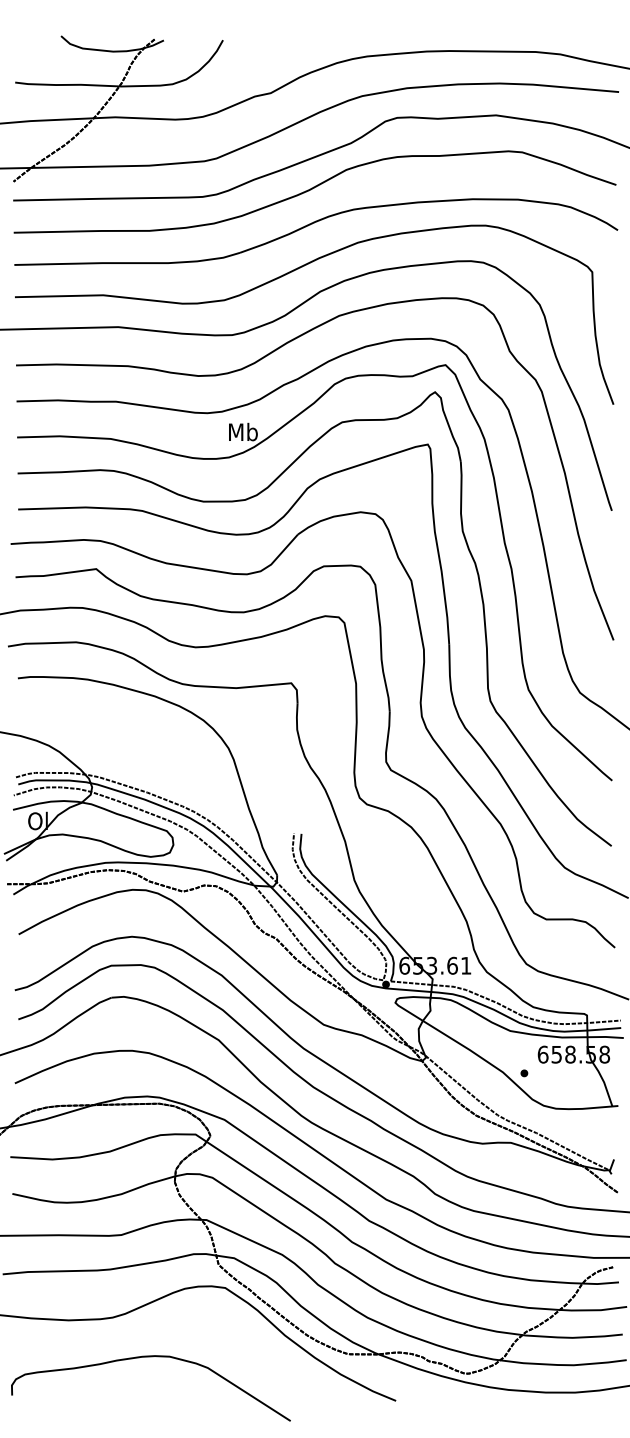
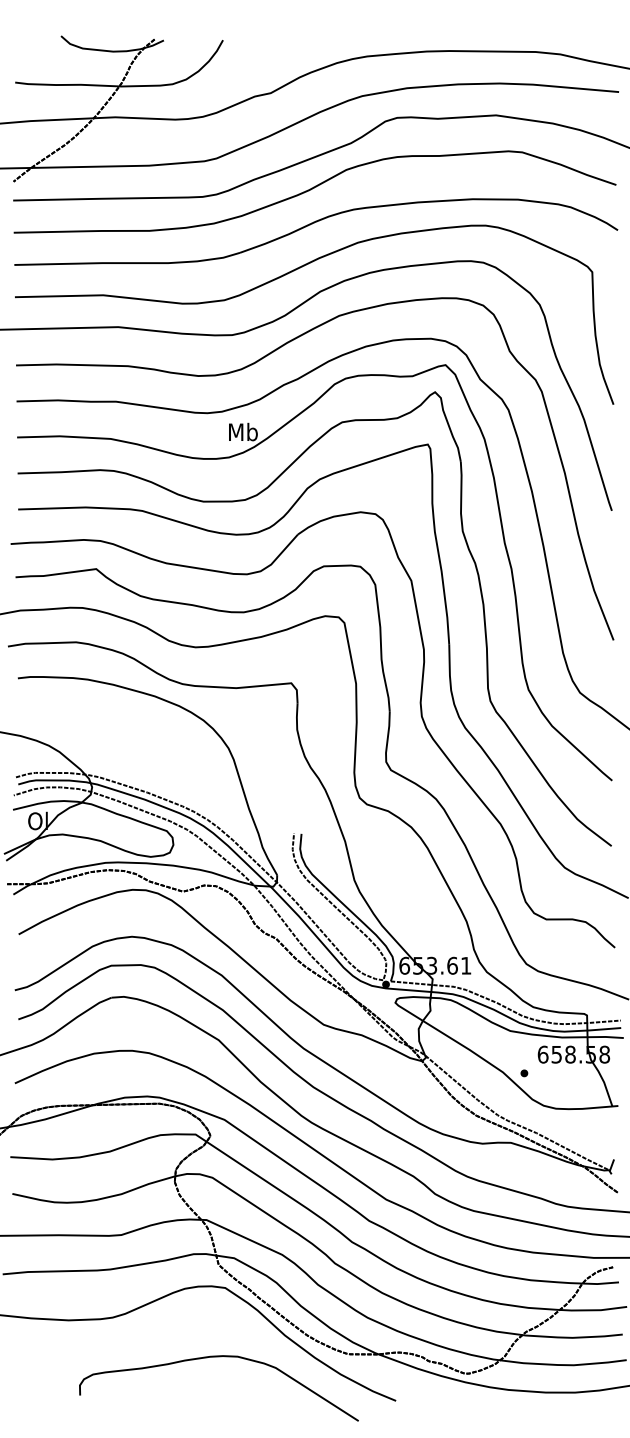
curve at (150, 1357) position: (150, 1357) -> (218, 1357)
